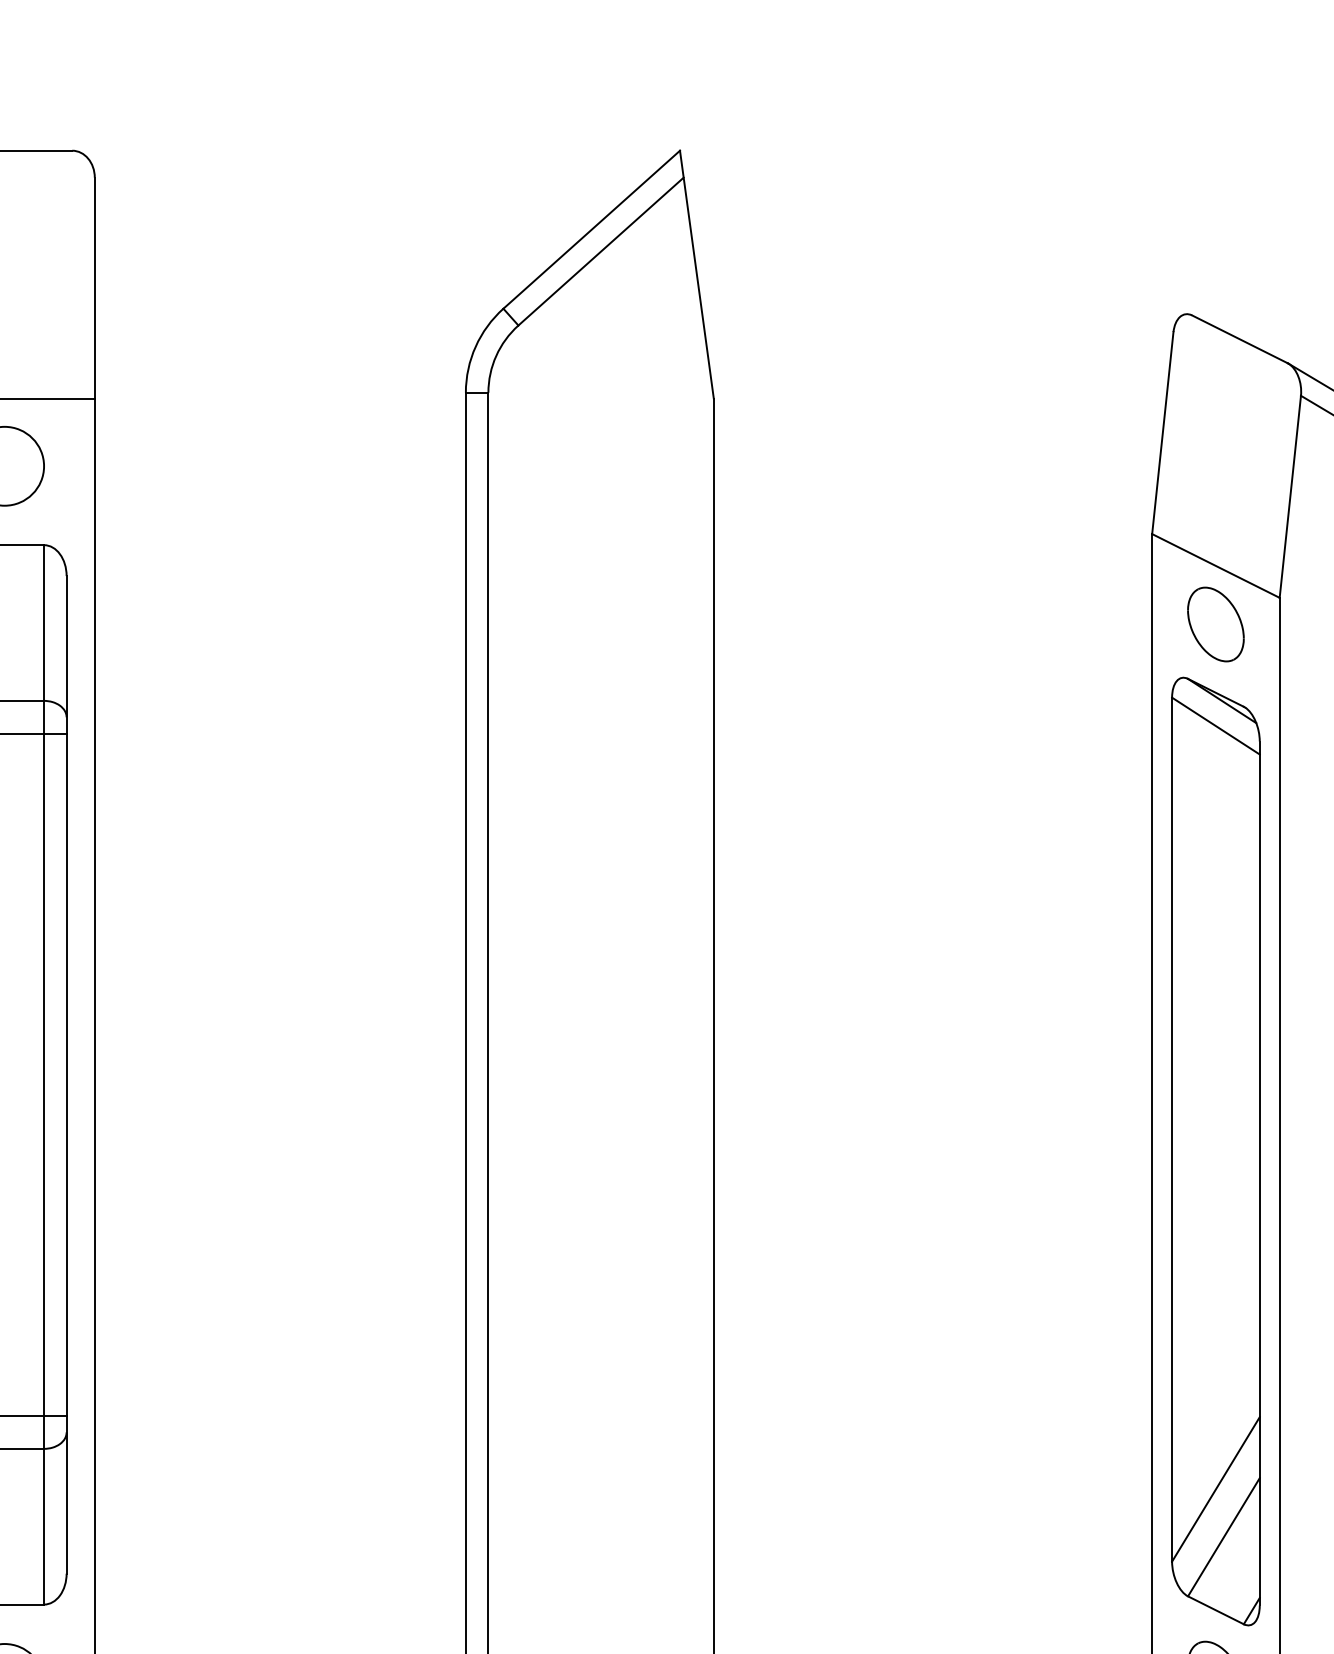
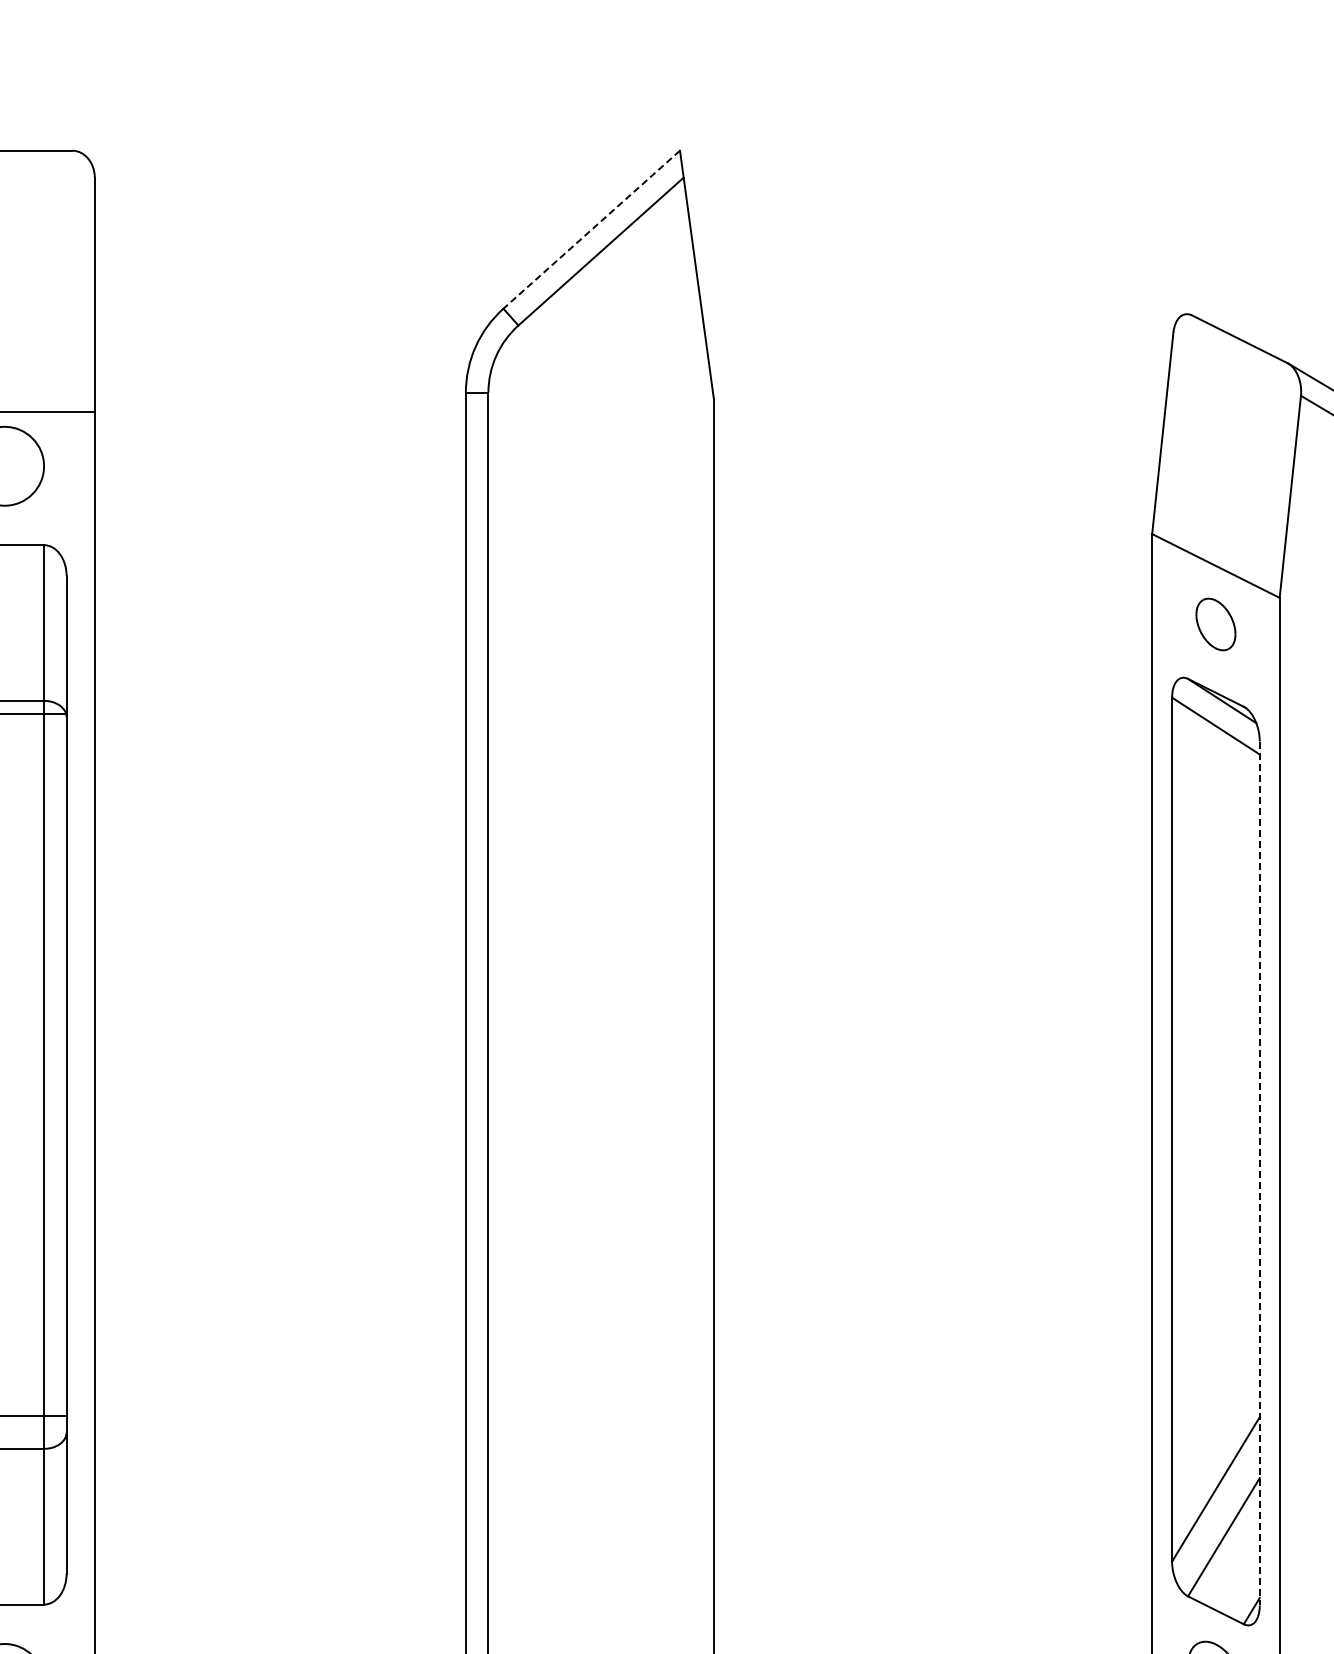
line at (591, 230): solid -> dashed
line at (48, 398) position: (48, 398) -> (48, 411)
part at (1215, 624) size: 58x77 px -> 42x55 px
line at (34, 733) position: (34, 733) -> (34, 713)
line at (1259, 1173): solid -> dashed
